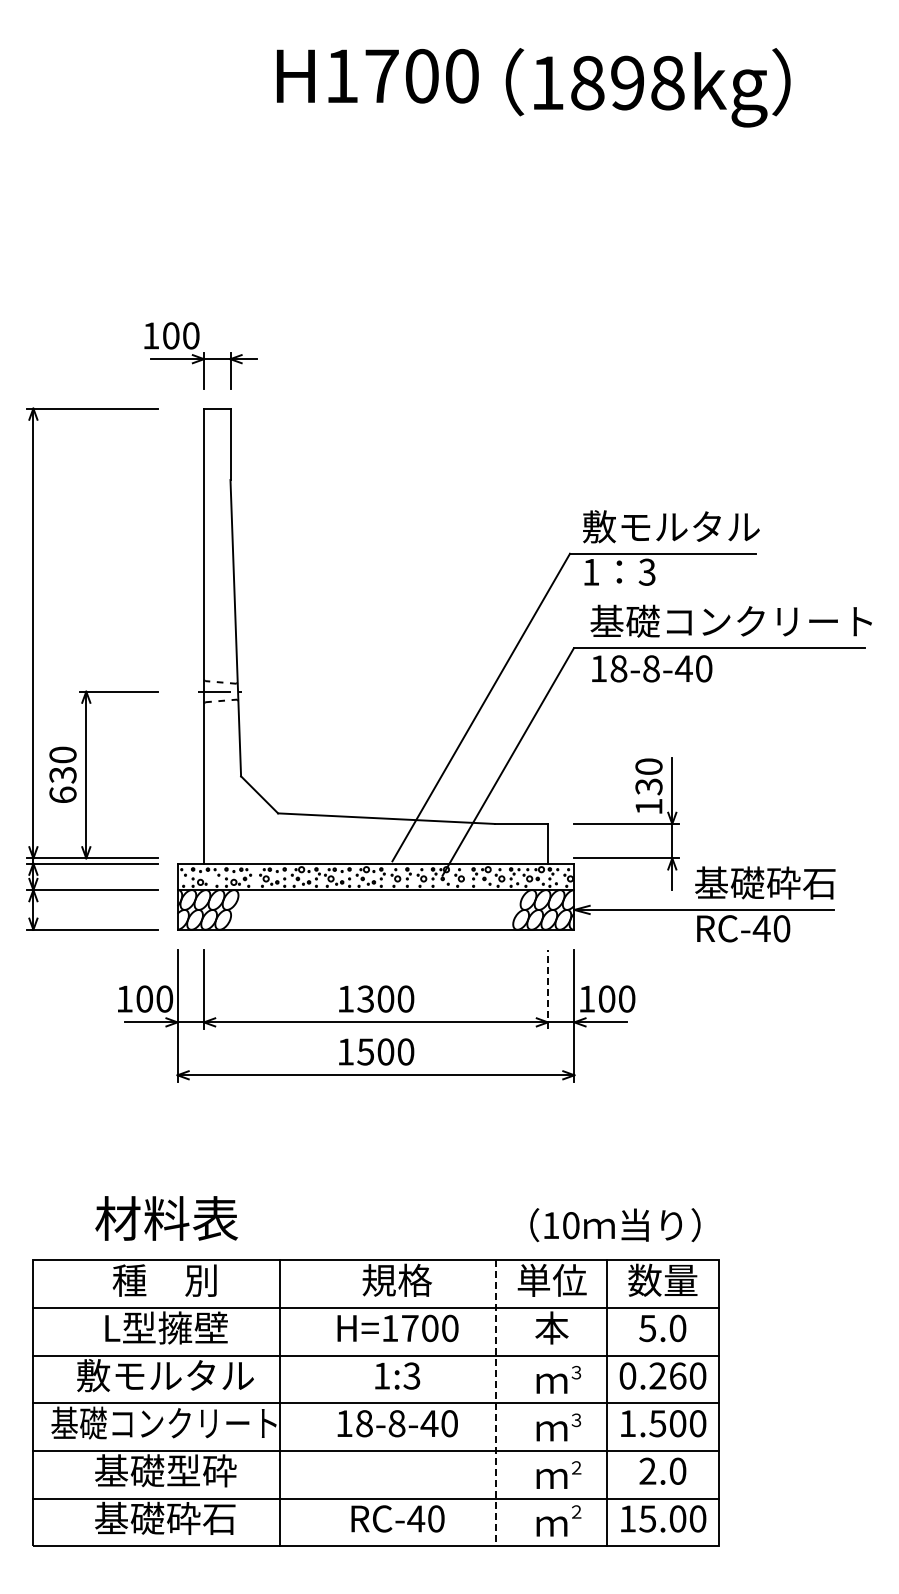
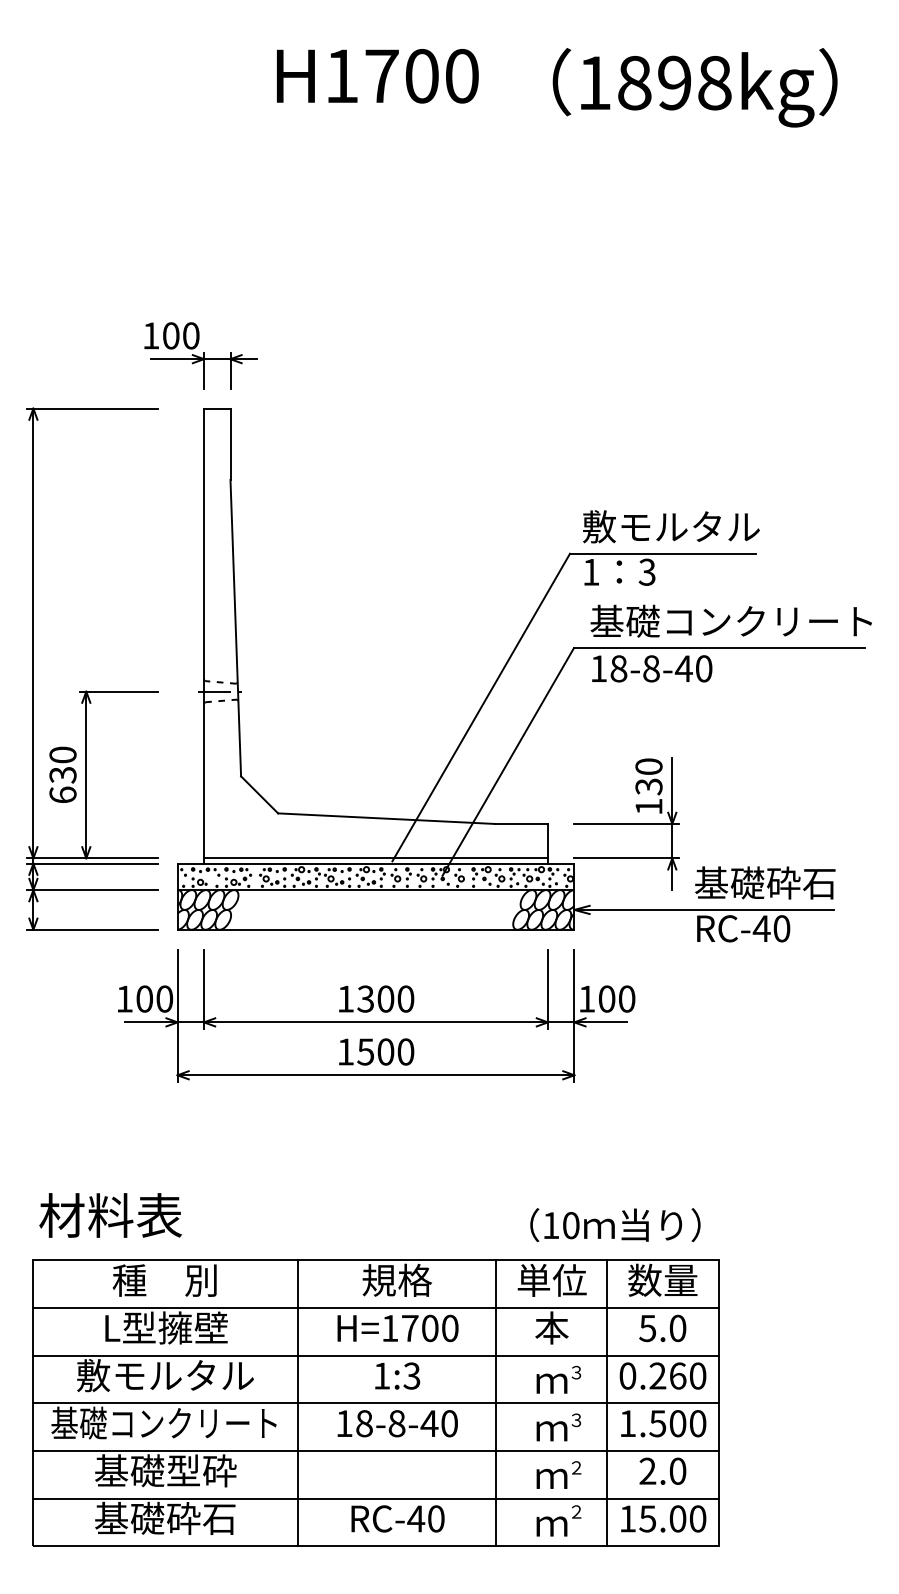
text at (647, 87) position: (647, 87) -> (694, 87)
line at (375, 858): none -> present
line at (547, 989): dashed -> solid
text at (166, 1218) position: (166, 1218) -> (110, 1215)
line at (279, 1403) position: (279, 1403) -> (297, 1403)
line at (496, 1403): dashed -> solid
